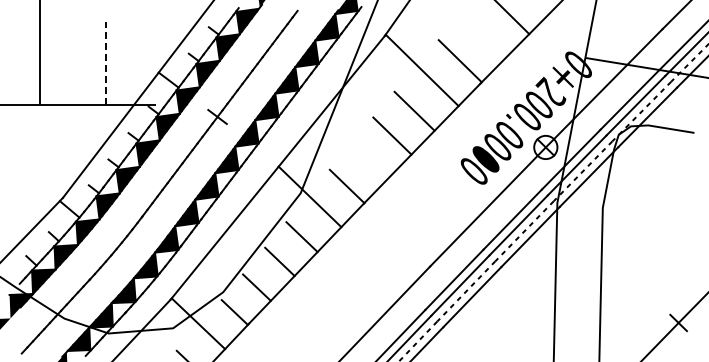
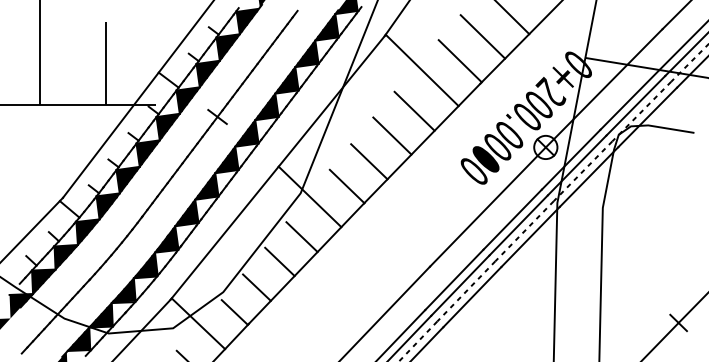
line at (482, 36): none -> present
line at (106, 63): dashed -> solid
line at (369, 161): none -> present
